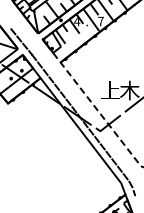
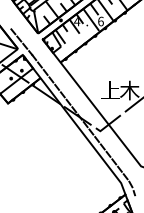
text at (100, 21): 7 -> 6
line at (95, 107): dashed -> solid
